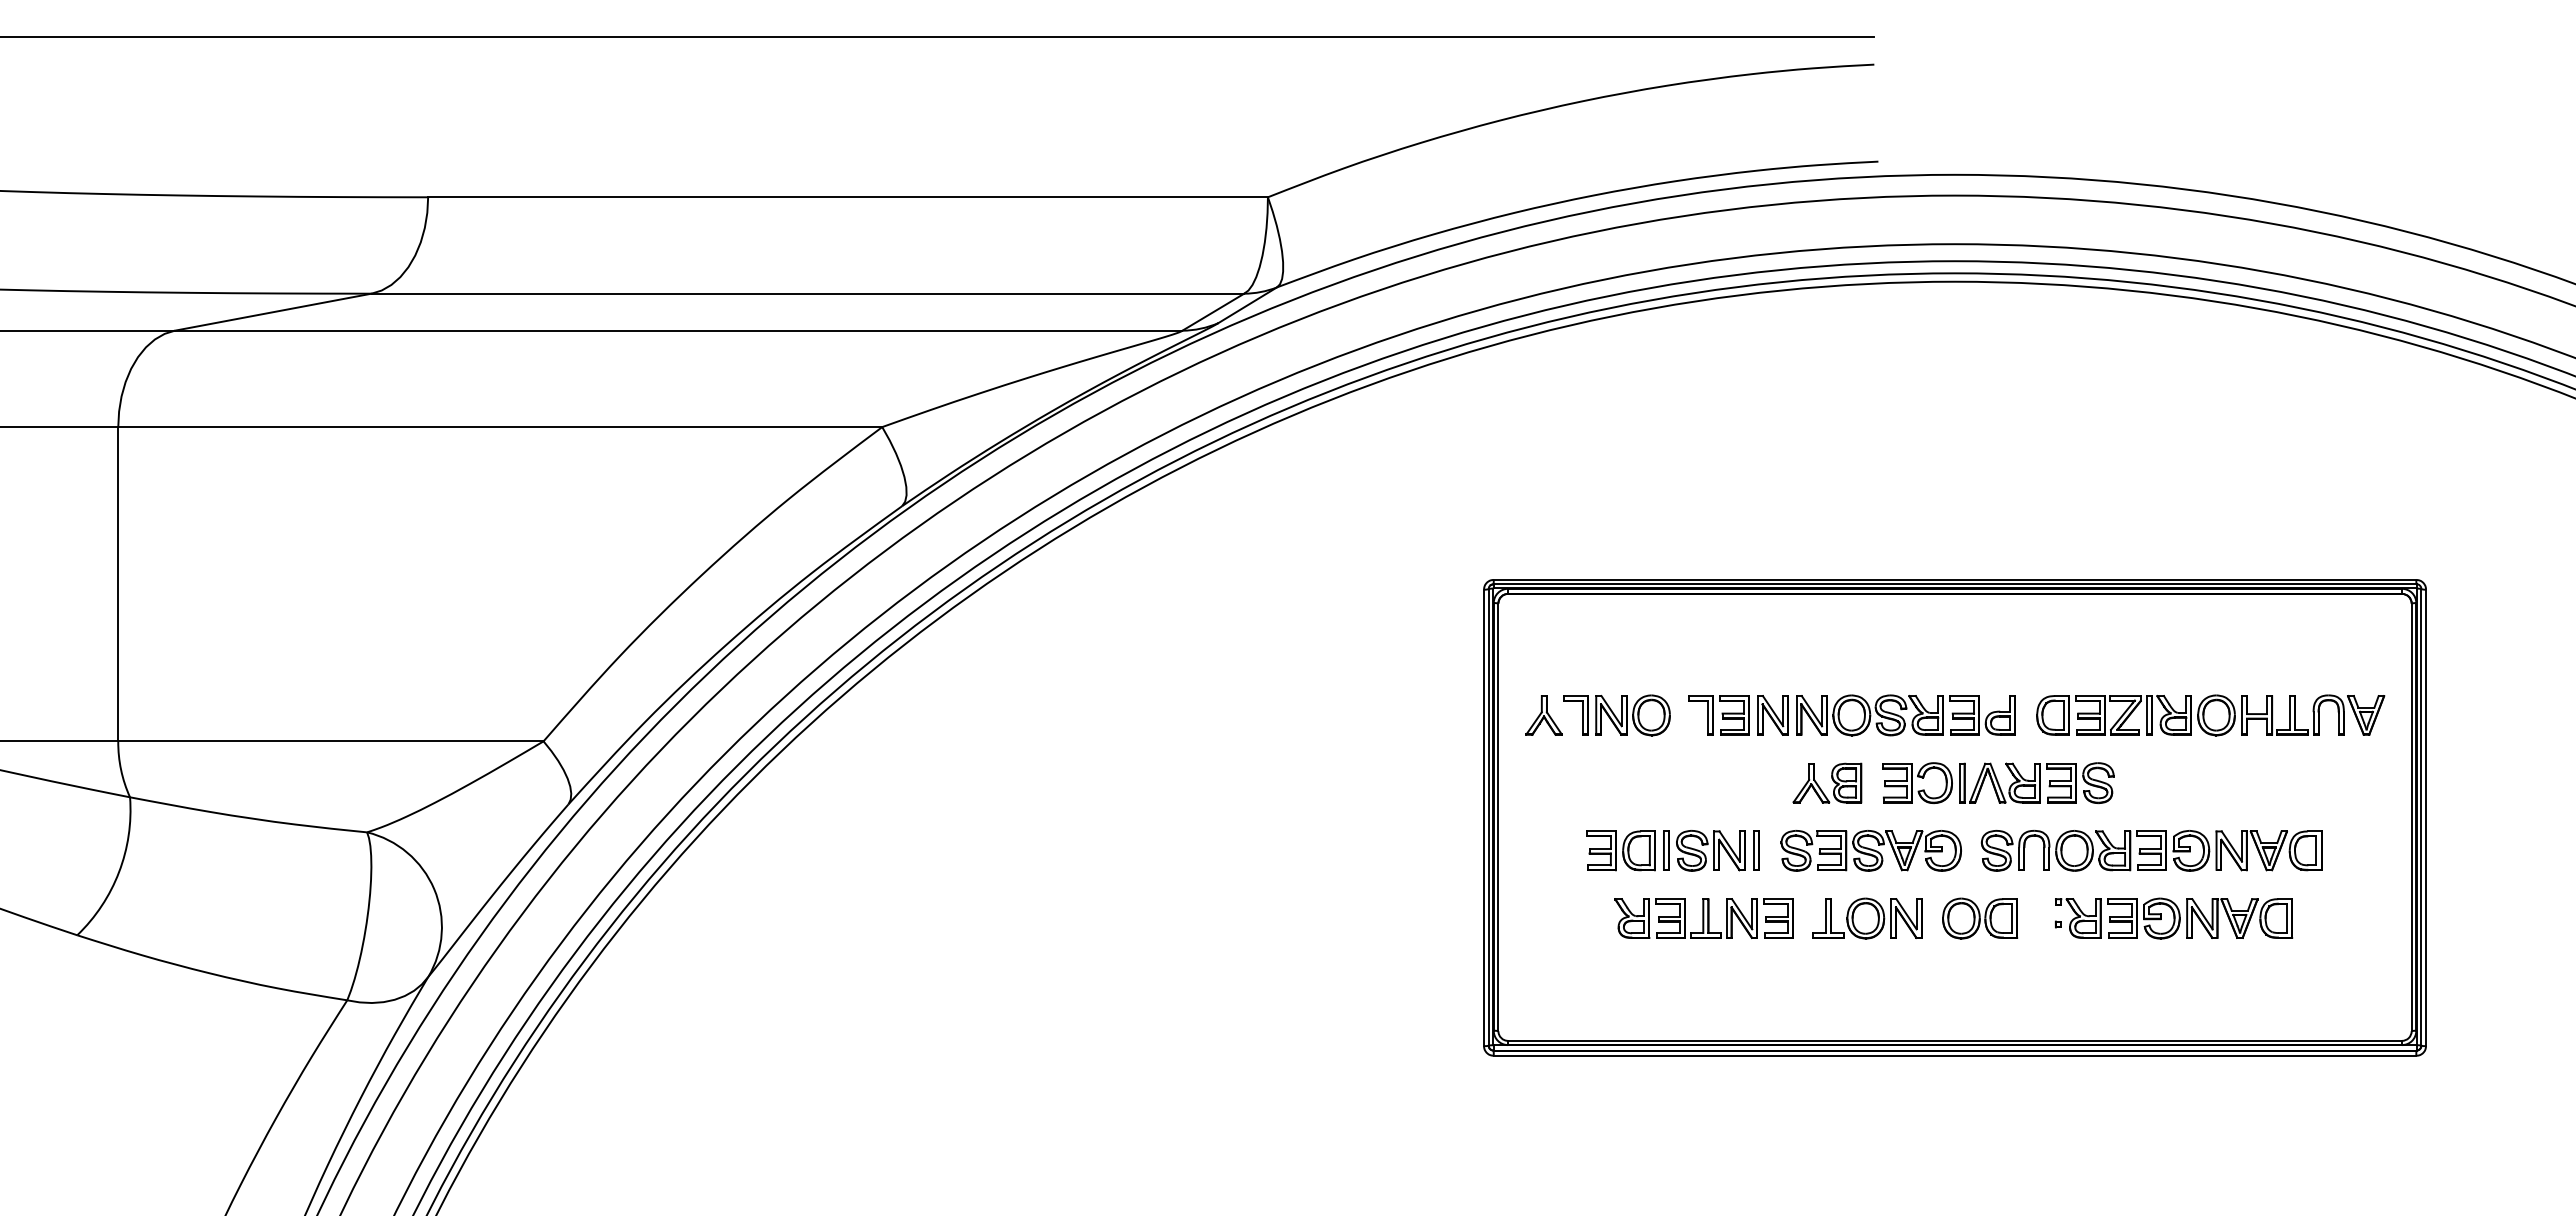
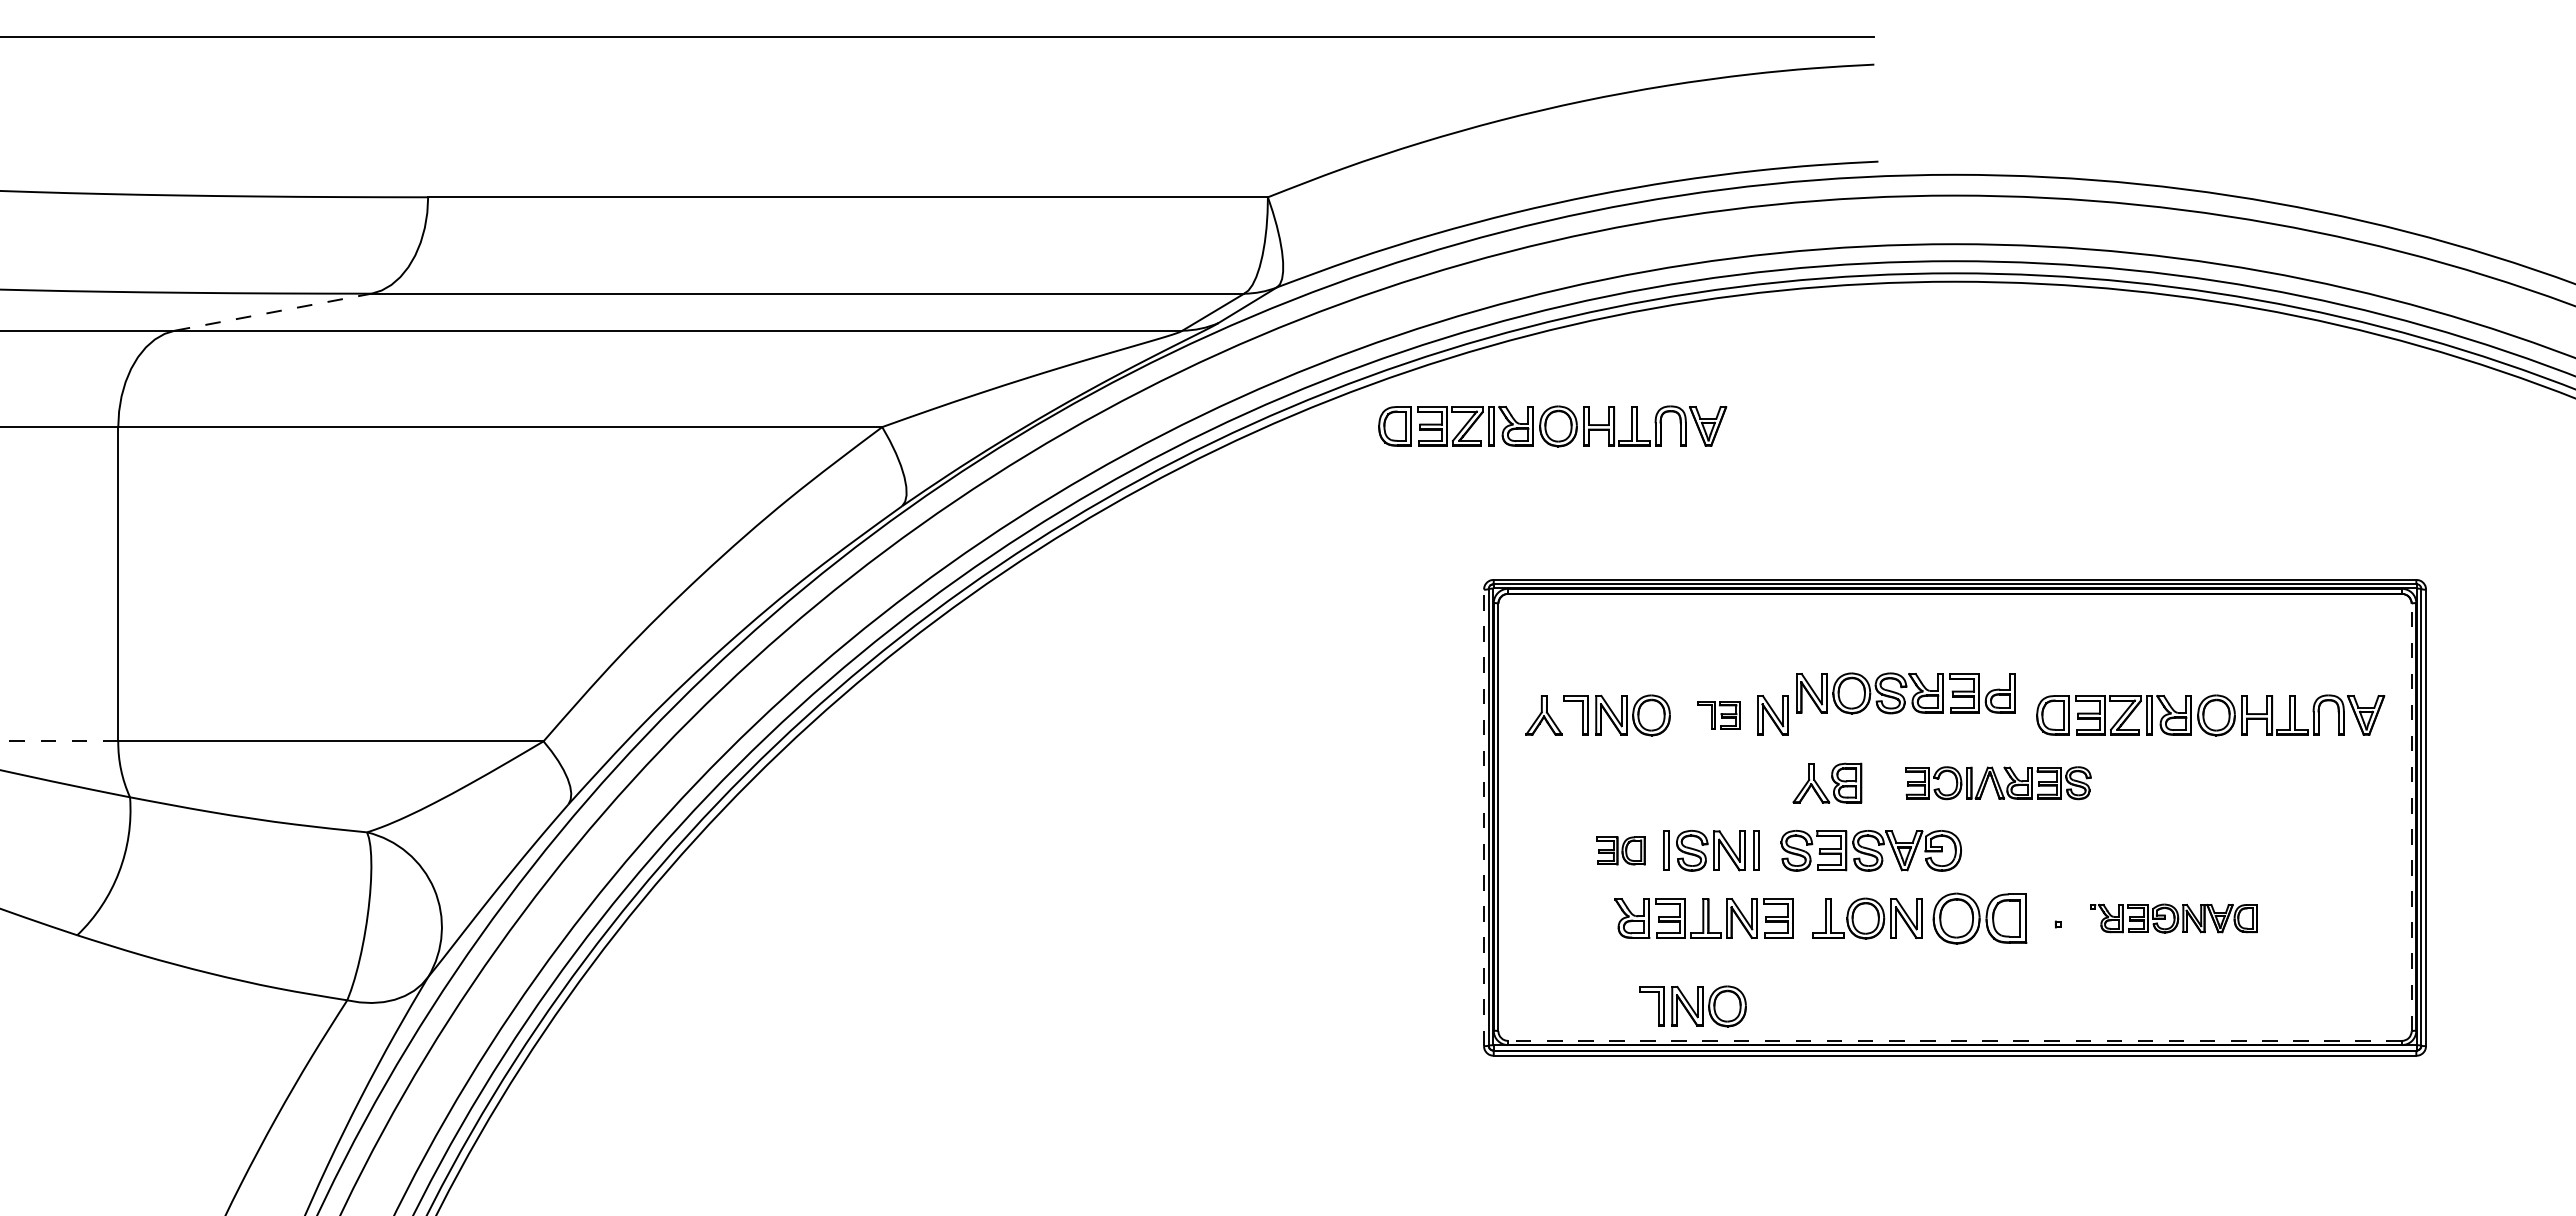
line at (273, 312): solid -> dashed
part at (1552, 426): none -> present
part at (1718, 715) size: 62x41 px -> 44x29 px
part at (1905, 715) position: (1905, 715) -> (1905, 693)
line at (59, 741): solid -> dashed
part at (1998, 783) size: 233x43 px -> 187x35 px
line at (1484, 817): solid -> dashed
line at (2411, 817): solid -> dashed
part at (1620, 850) size: 70x42 px -> 50x30 px
part at (2151, 850): present -> none
part at (1980, 918) size: 77x43 px -> 96x53 px
part at (2174, 918) size: 239x43 px -> 168x31 px
part at (1692, 1006): none -> present
line at (1955, 1040): solid -> dashed
